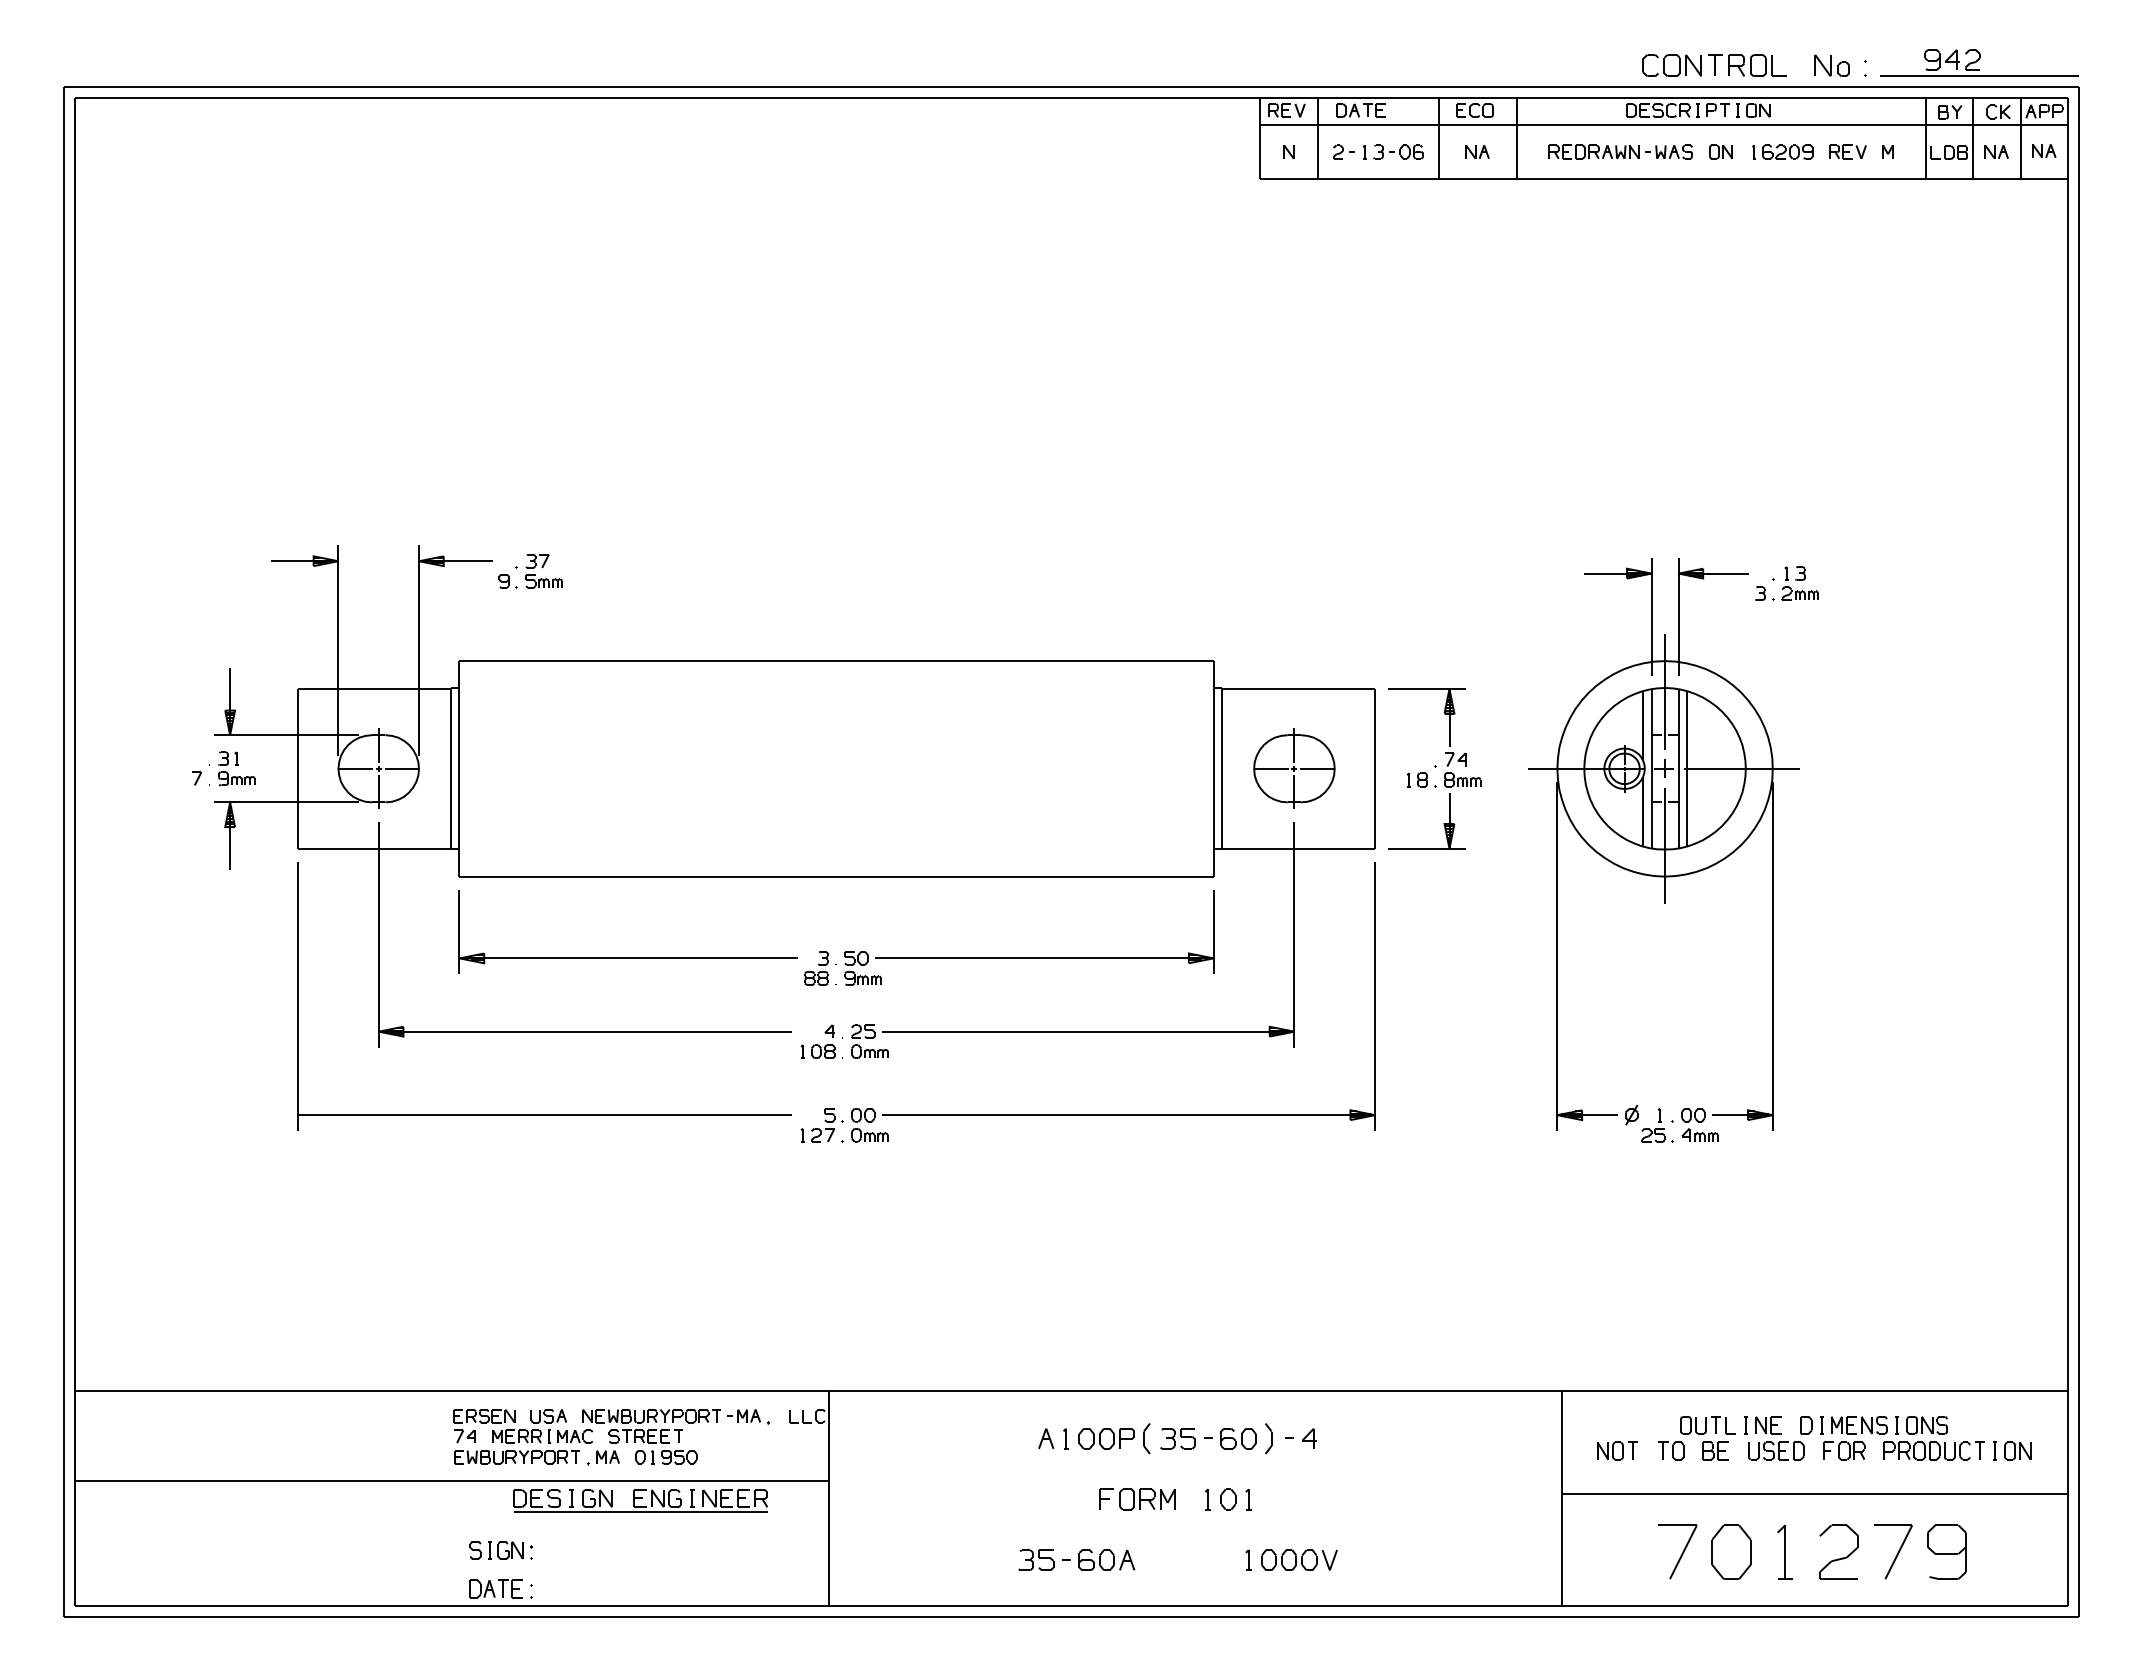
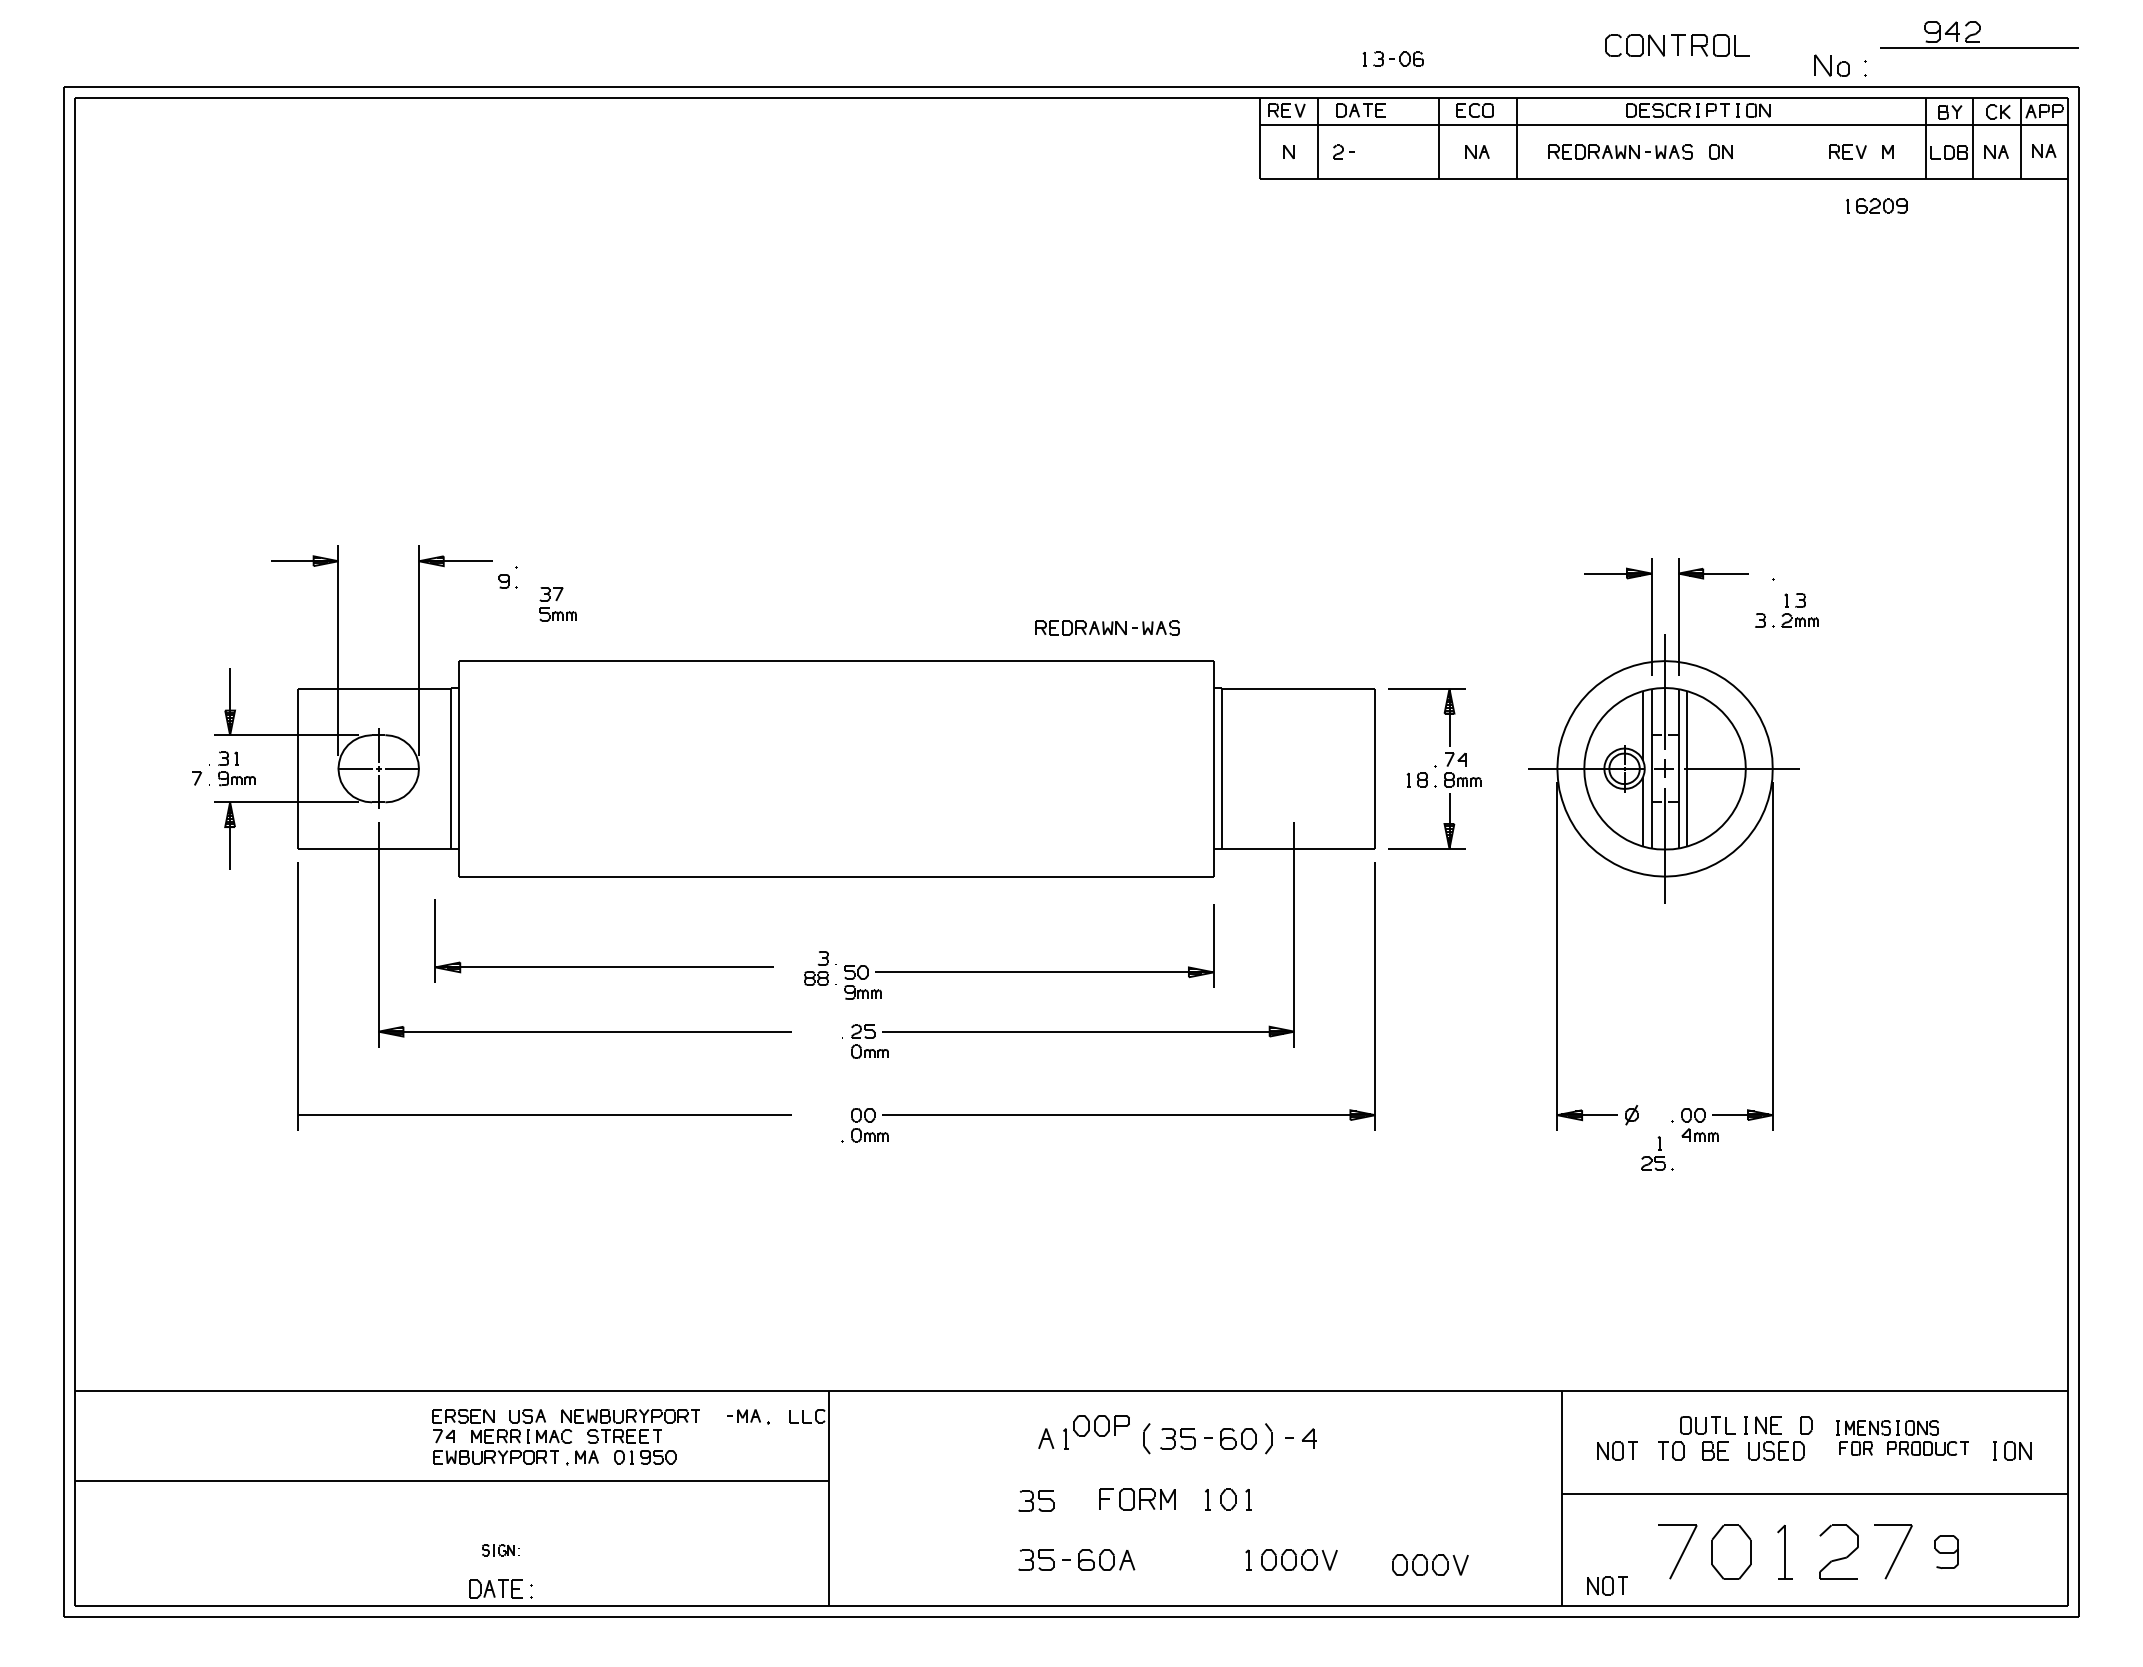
part at (1979, 62) position: (1979, 62) -> (1979, 34)
part at (1714, 65) position: (1714, 65) -> (1677, 45)
part at (1392, 151) position: (1392, 151) -> (1392, 58)
part at (1782, 151) position: (1782, 151) -> (1876, 205)
part at (543, 571) position: (543, 571) -> (557, 604)
part at (1786, 583) position: (1786, 583) -> (1786, 610)
part at (1107, 627): none -> present
part at (1294, 768): present -> none
part at (627, 957) position: (627, 957) -> (603, 966)
part at (1029, 957) position: (1029, 957) -> (1029, 971)
part at (821, 1041): present -> none
part at (821, 1125): present -> none
part at (1657, 1125) position: (1657, 1125) -> (1657, 1153)
part at (586, 1437) position: (586, 1437) -> (565, 1437)
part at (1106, 1438) position: (1106, 1438) -> (1101, 1425)
part at (1902, 1438) size: 165x45 px -> 133x36 px
part at (640, 1500): present -> none
part at (1036, 1500): none -> present
part at (500, 1550) size: 64x19 px -> 38x13 px
part at (1946, 1551) size: 40x56 px -> 25x34 px
part at (1430, 1564): none -> present
part at (1607, 1585): none -> present
